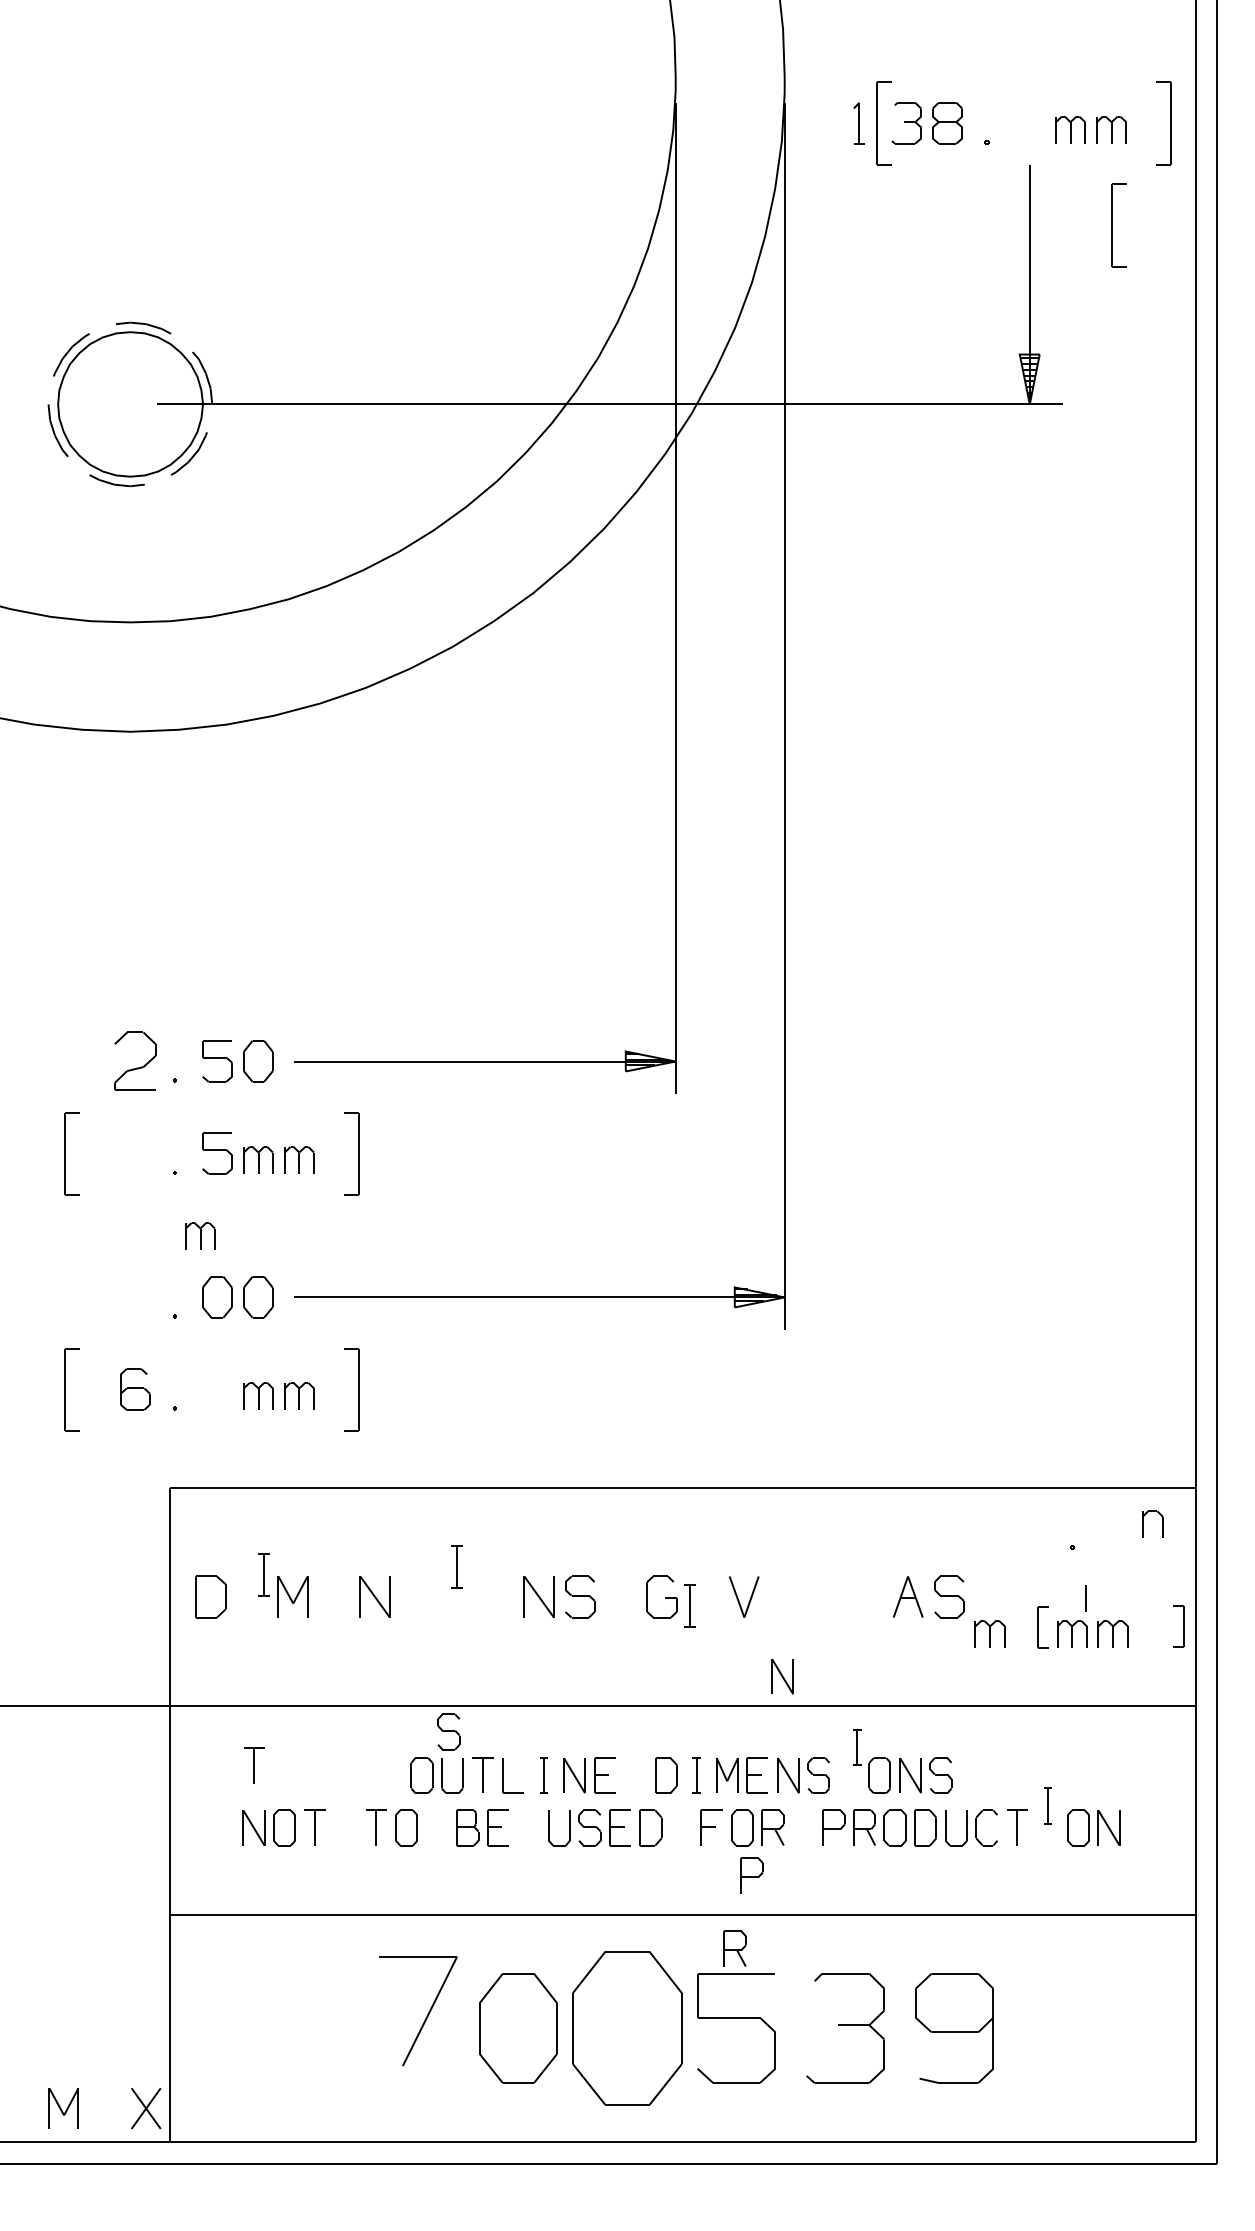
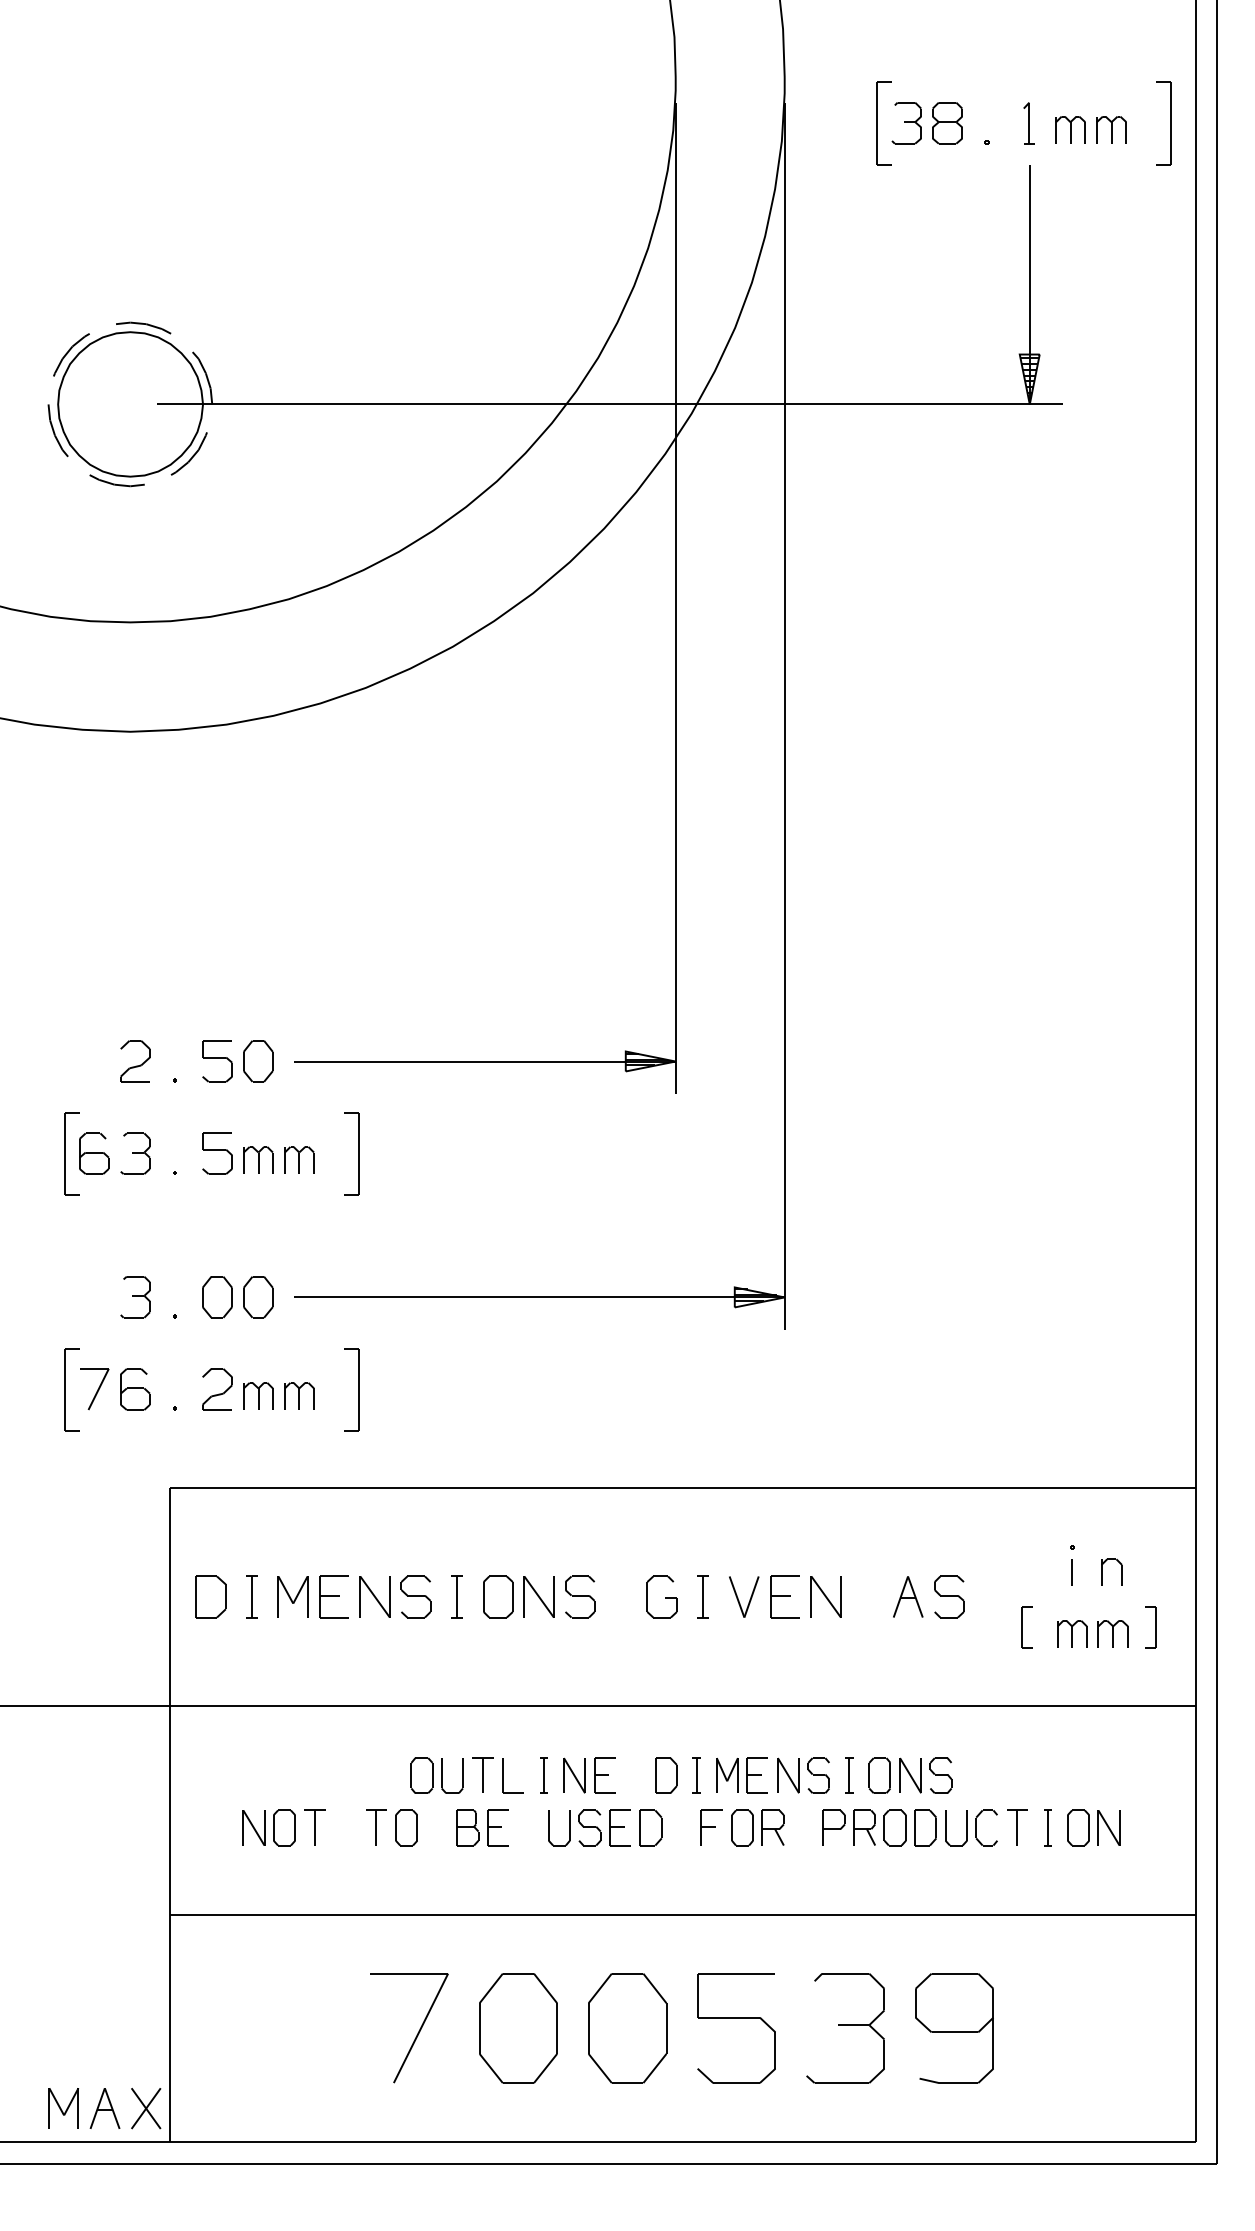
part at (858, 123) position: (858, 123) -> (1028, 123)
part at (1118, 225): present -> none
part at (135, 1060) size: 43x60 px -> 31x43 px
part at (94, 1153): none -> present
part at (135, 1153): none -> present
part at (200, 1235): present -> none
part at (135, 1297): none -> present
part at (94, 1389): none -> present
part at (217, 1389): none -> present
part at (1143, 1523) position: (1143, 1523) -> (1102, 1571)
part at (456, 1566) position: (456, 1566) -> (456, 1596)
part at (263, 1574) position: (263, 1574) -> (251, 1596)
part at (333, 1596): none -> present
part at (415, 1596): none -> present
part at (498, 1596): none -> present
part at (784, 1596): none -> present
part at (825, 1596): none -> present
line at (1085, 1598) position: (1085, 1598) -> (1071, 1572)
part at (689, 1605) position: (689, 1605) -> (702, 1596)
part at (1178, 1626) position: (1178, 1626) -> (1150, 1627)
part at (1042, 1627) position: (1042, 1627) -> (1026, 1627)
part at (989, 1633): present -> none
part at (782, 1676): present -> none
part at (448, 1731): present -> none
part at (857, 1747) position: (857, 1747) -> (849, 1775)
part at (254, 1765): present -> none
part at (1047, 1805) position: (1047, 1805) -> (1047, 1827)
part at (751, 1875): present -> none
part at (734, 1948): present -> none
part at (426, 2015) position: (426, 2015) -> (417, 2032)
part at (627, 2028) size: 111x155 px -> 80x111 px
part at (104, 2108): none -> present
